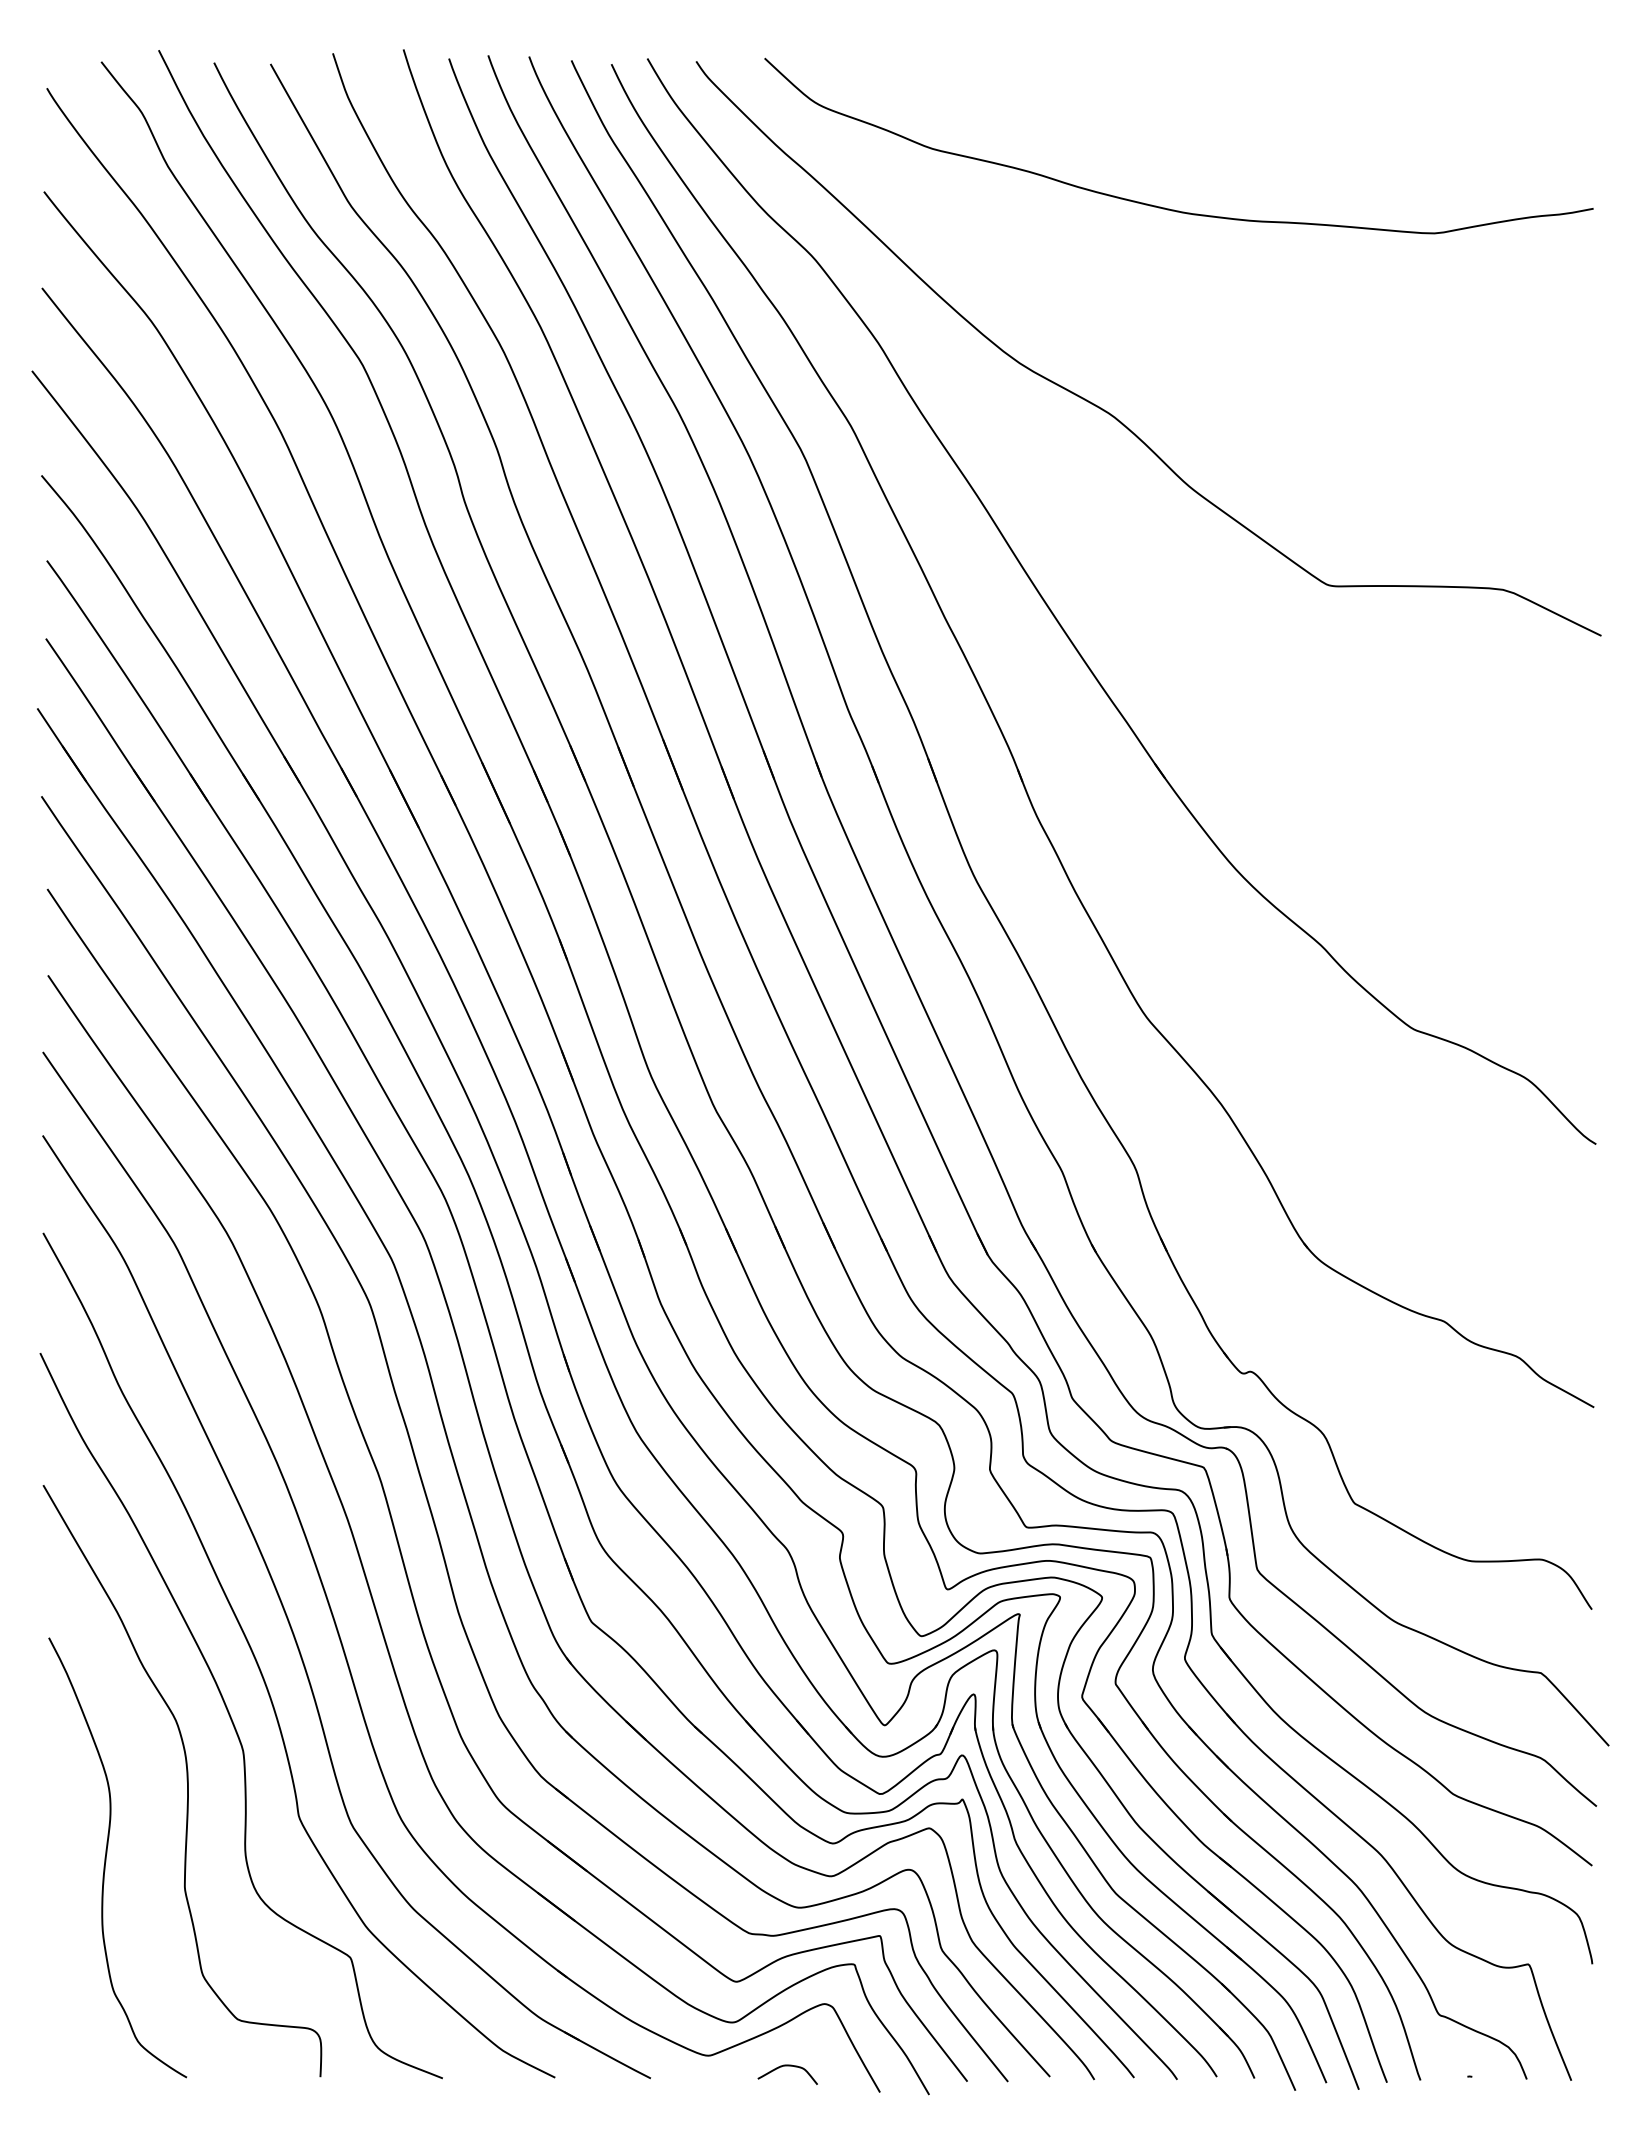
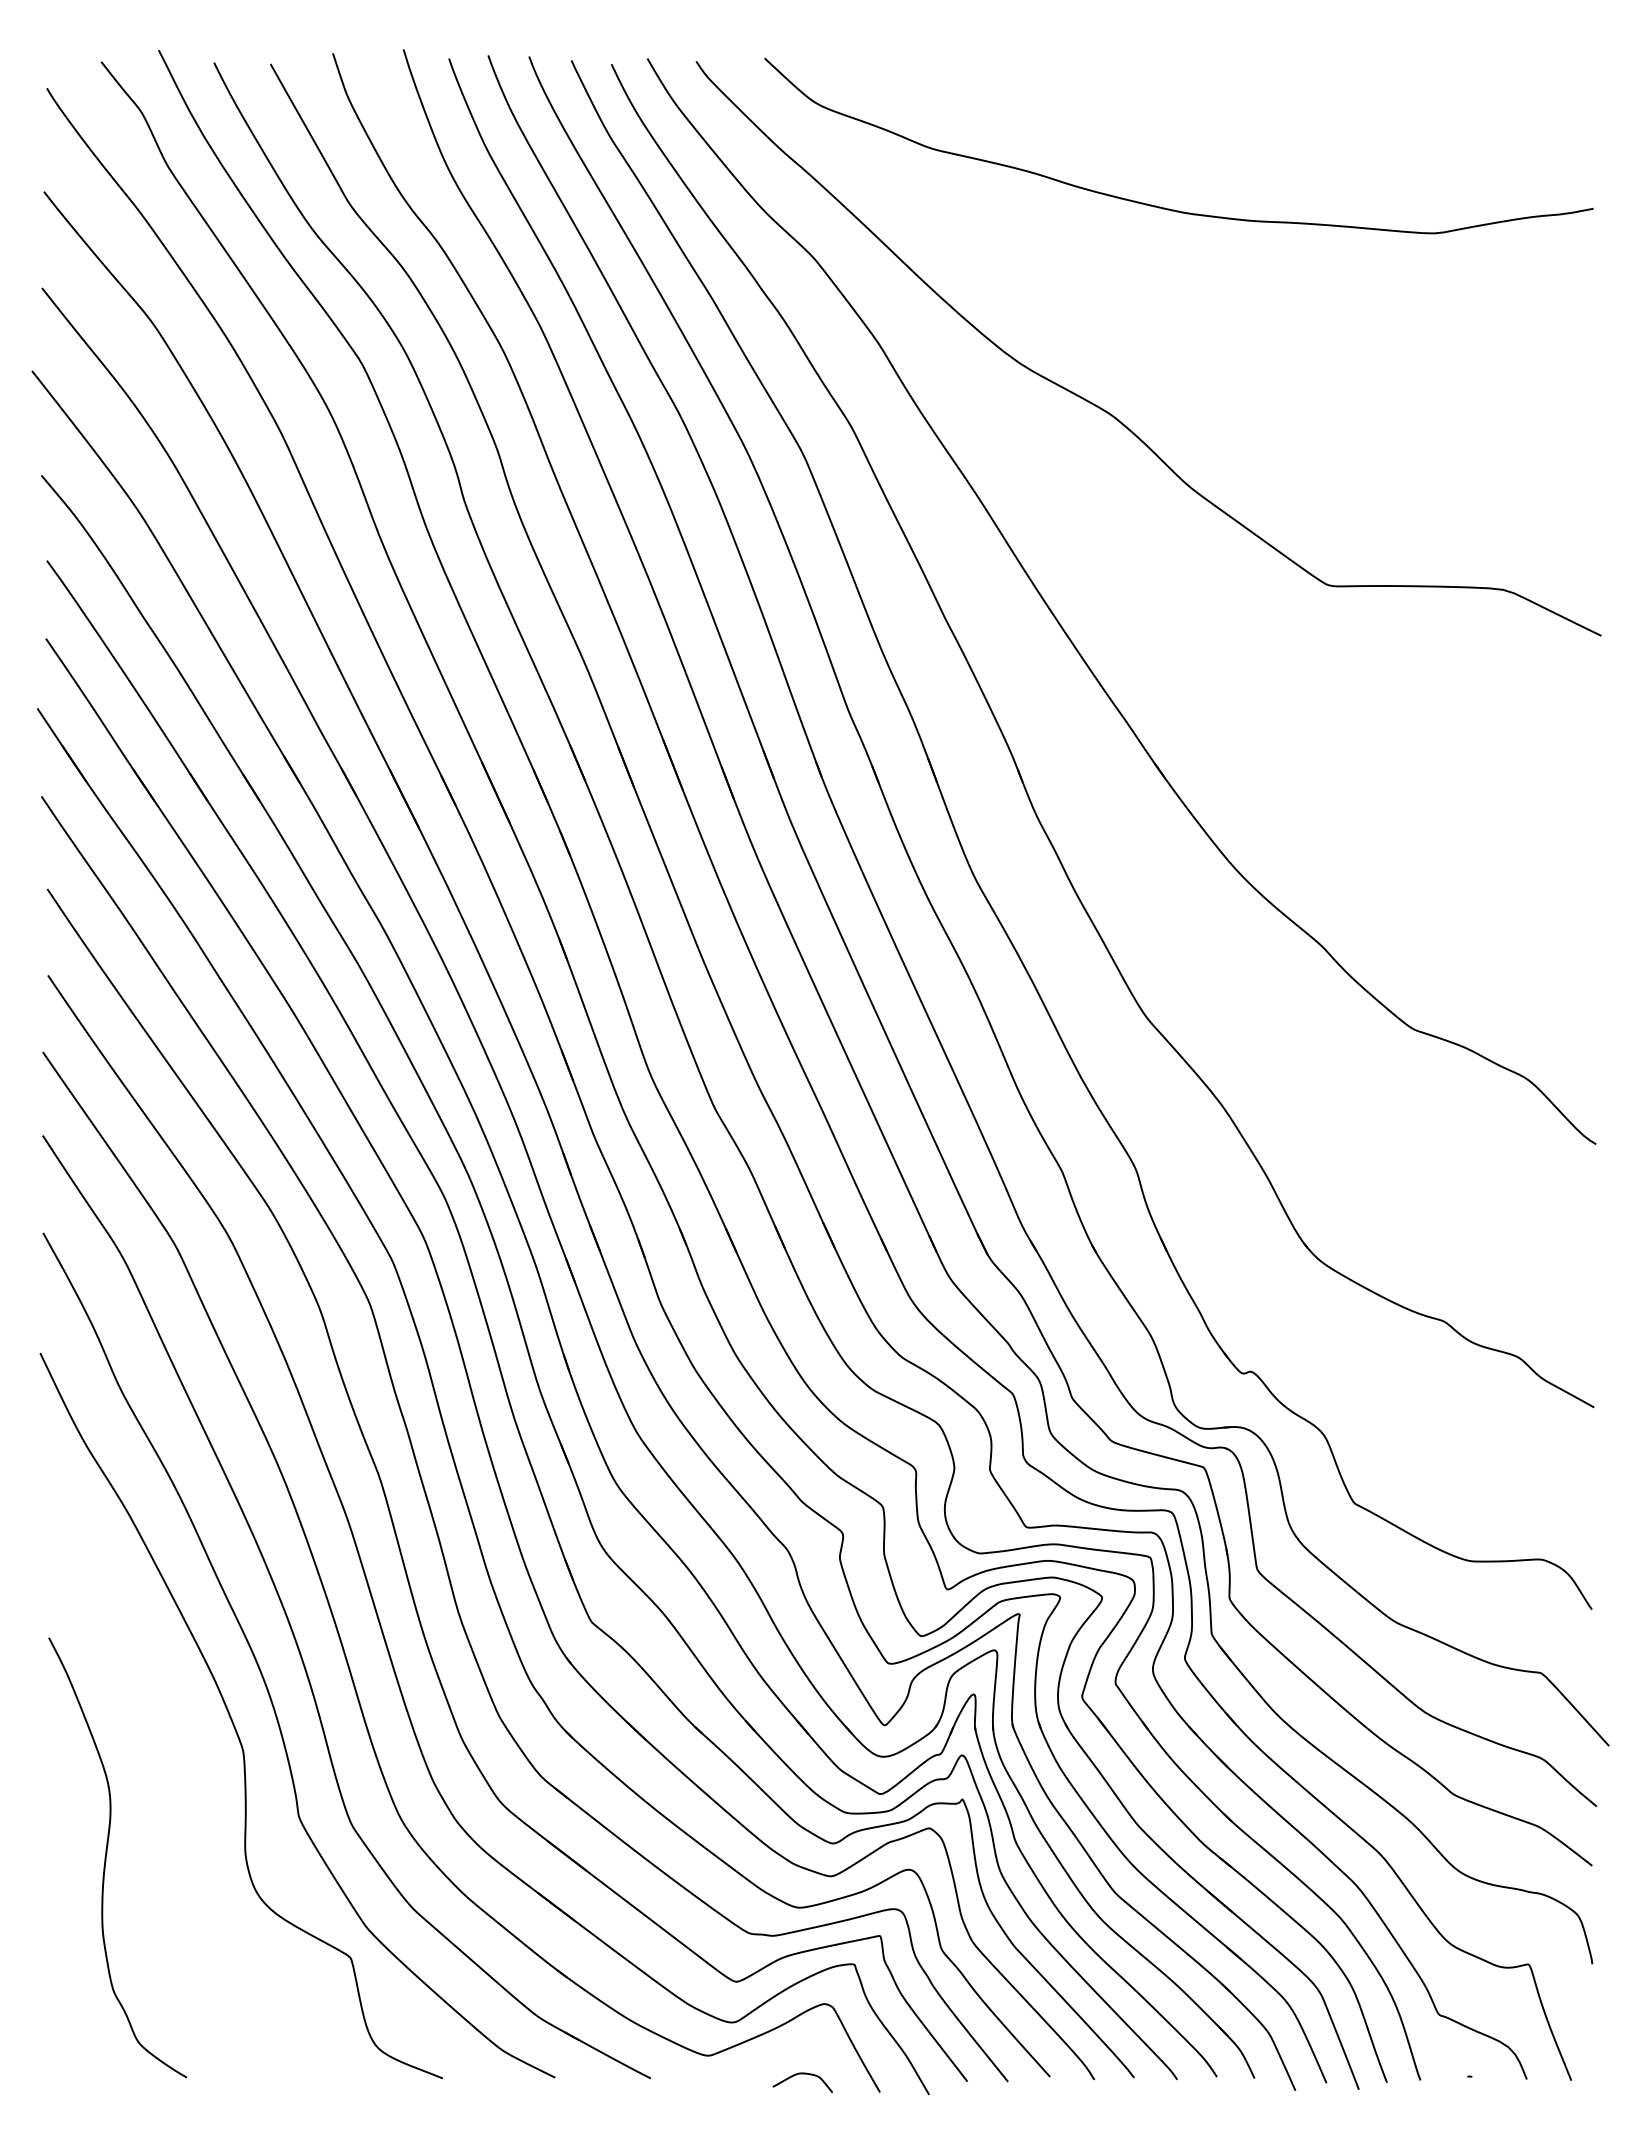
curve at (186, 1780): present -> none
curve at (787, 2066) position: (787, 2066) -> (802, 2074)
